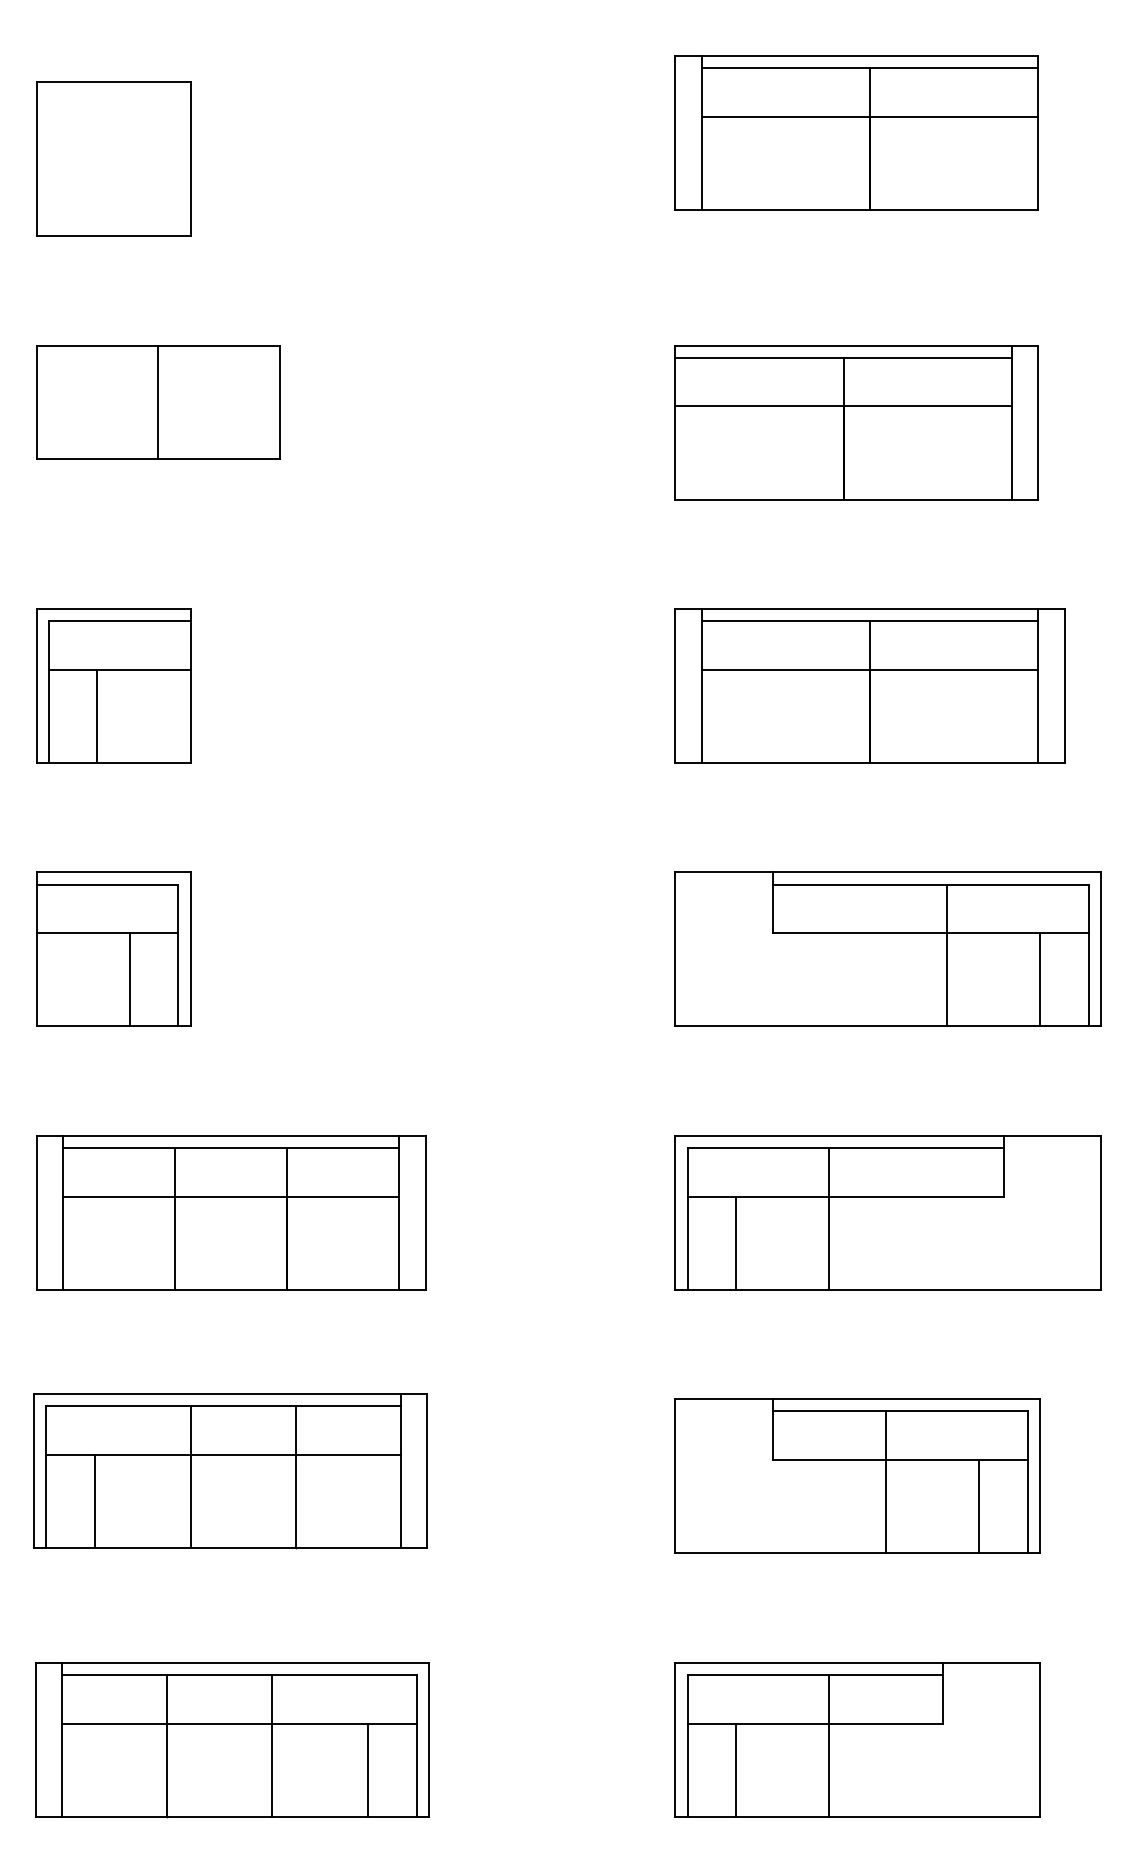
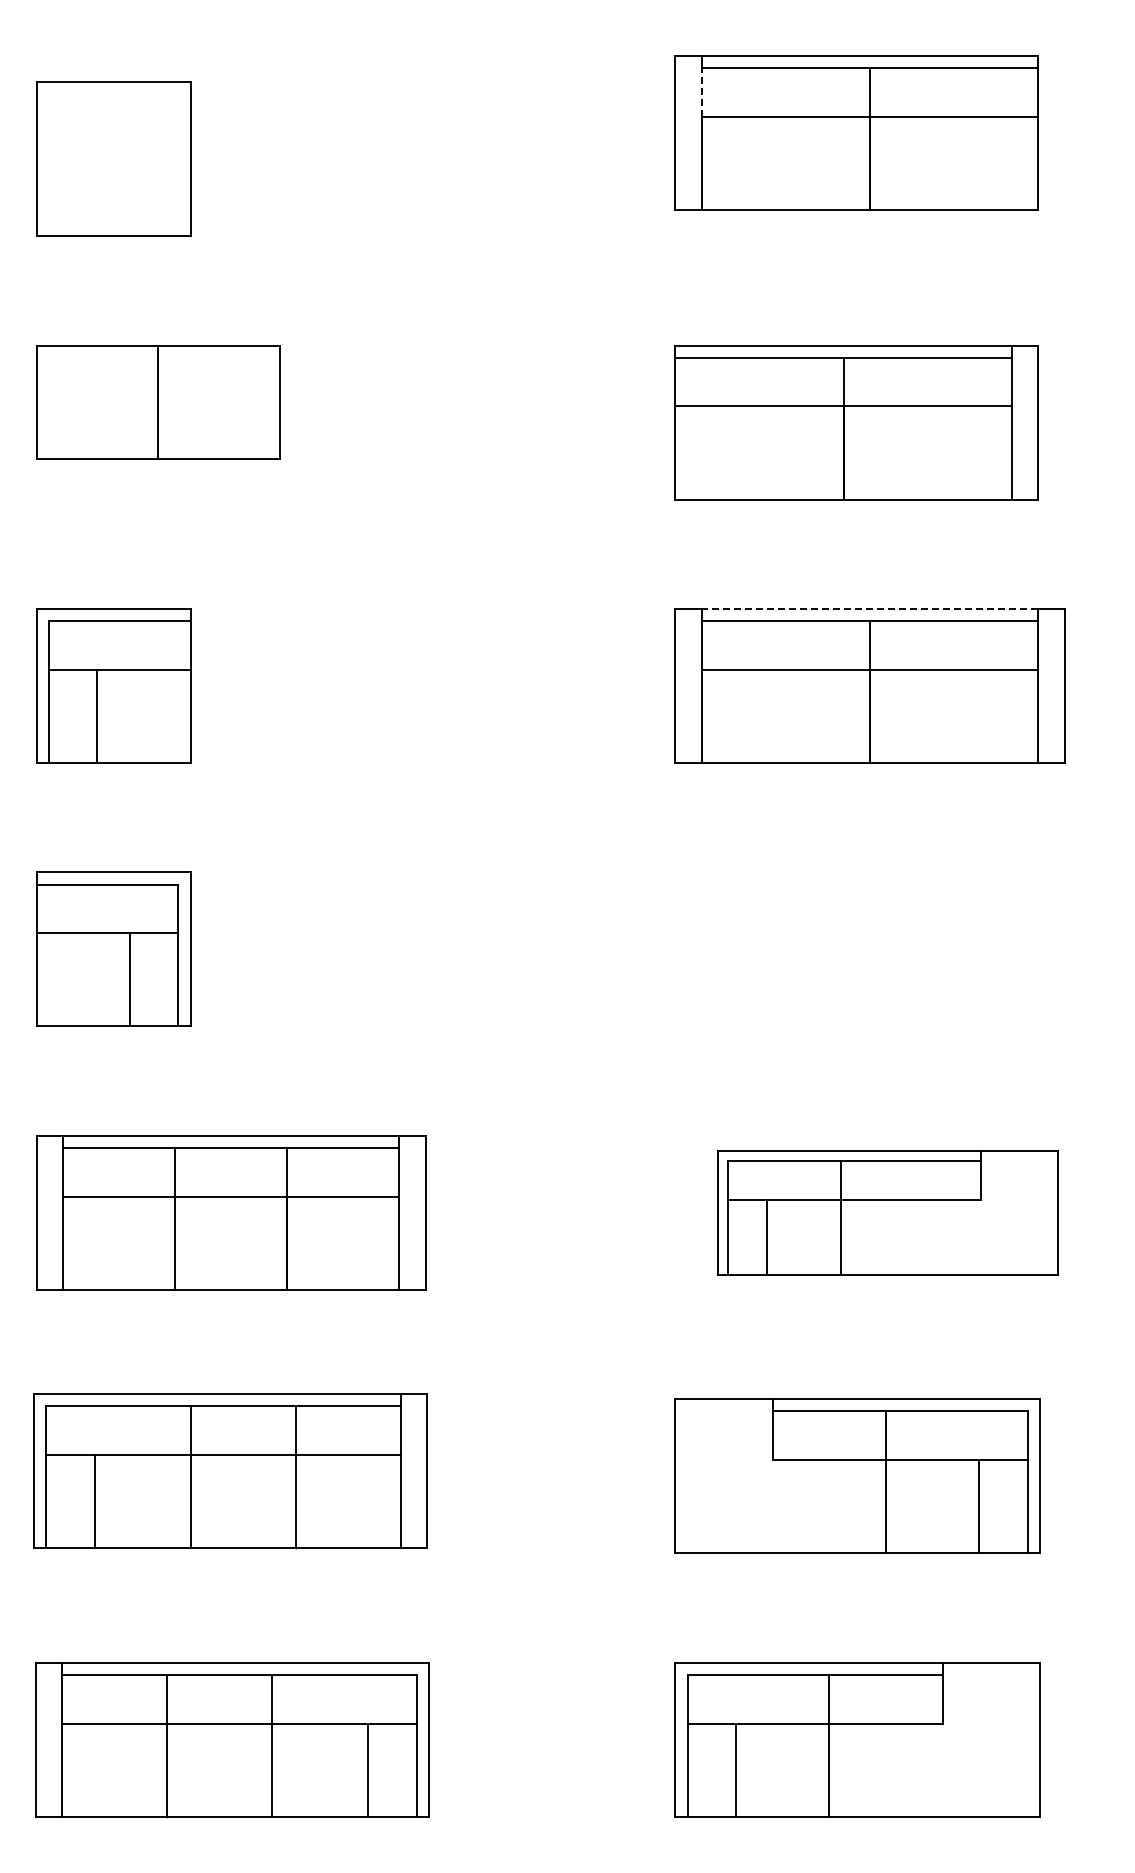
line at (701, 92): solid -> dashed
line at (869, 608): solid -> dashed
part at (887, 948): present -> none
part at (887, 1212) size: 428x156 px -> 342x126 px
